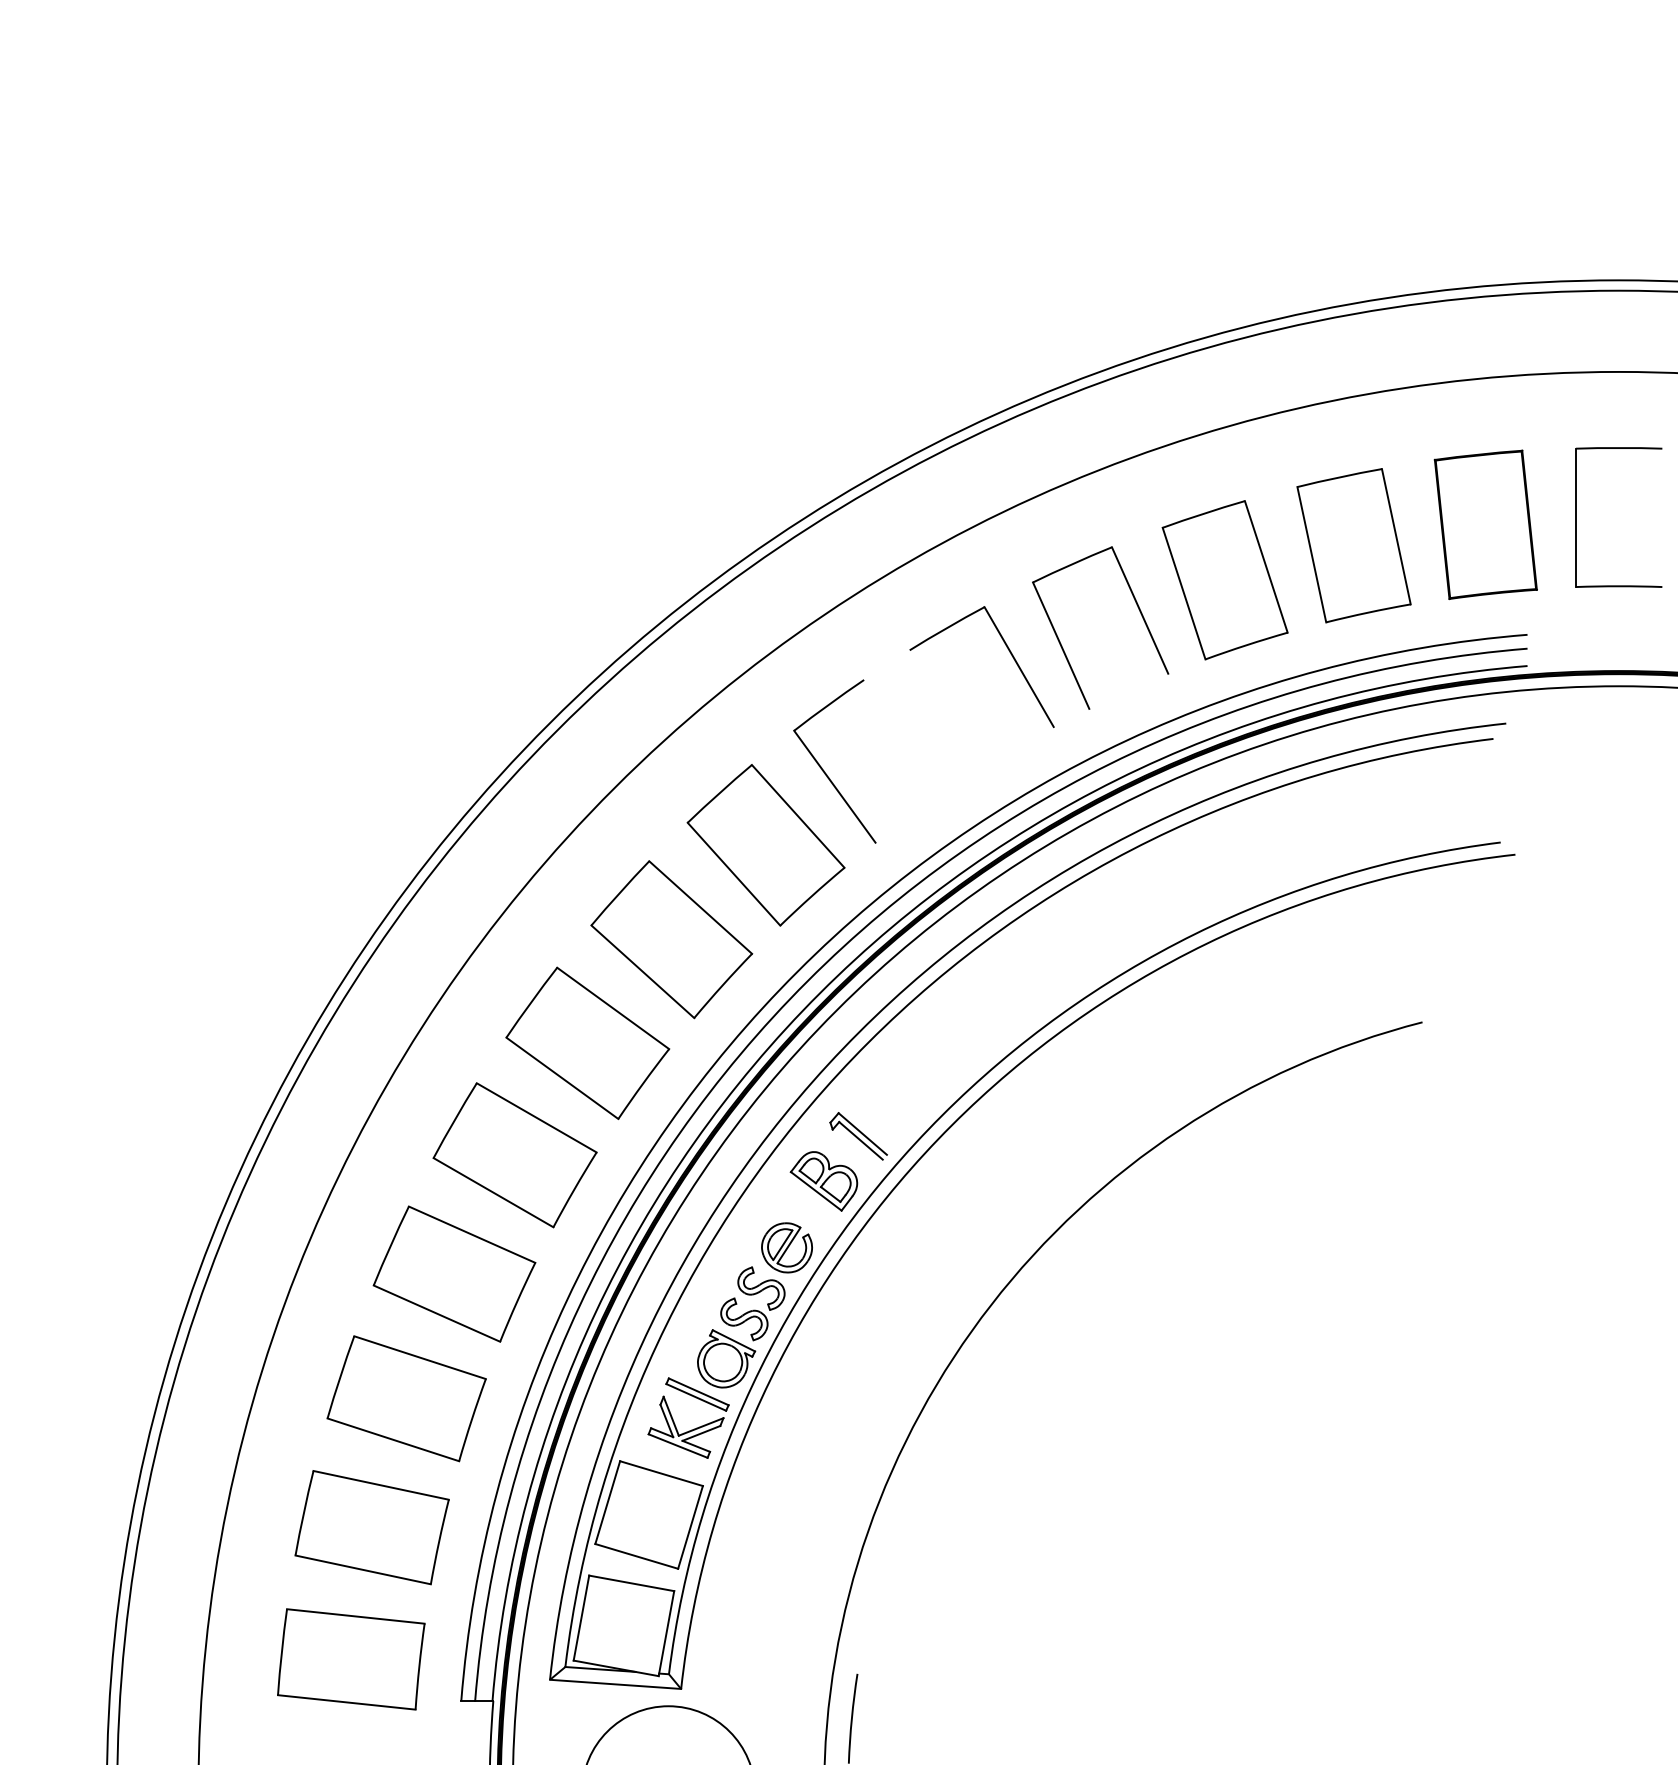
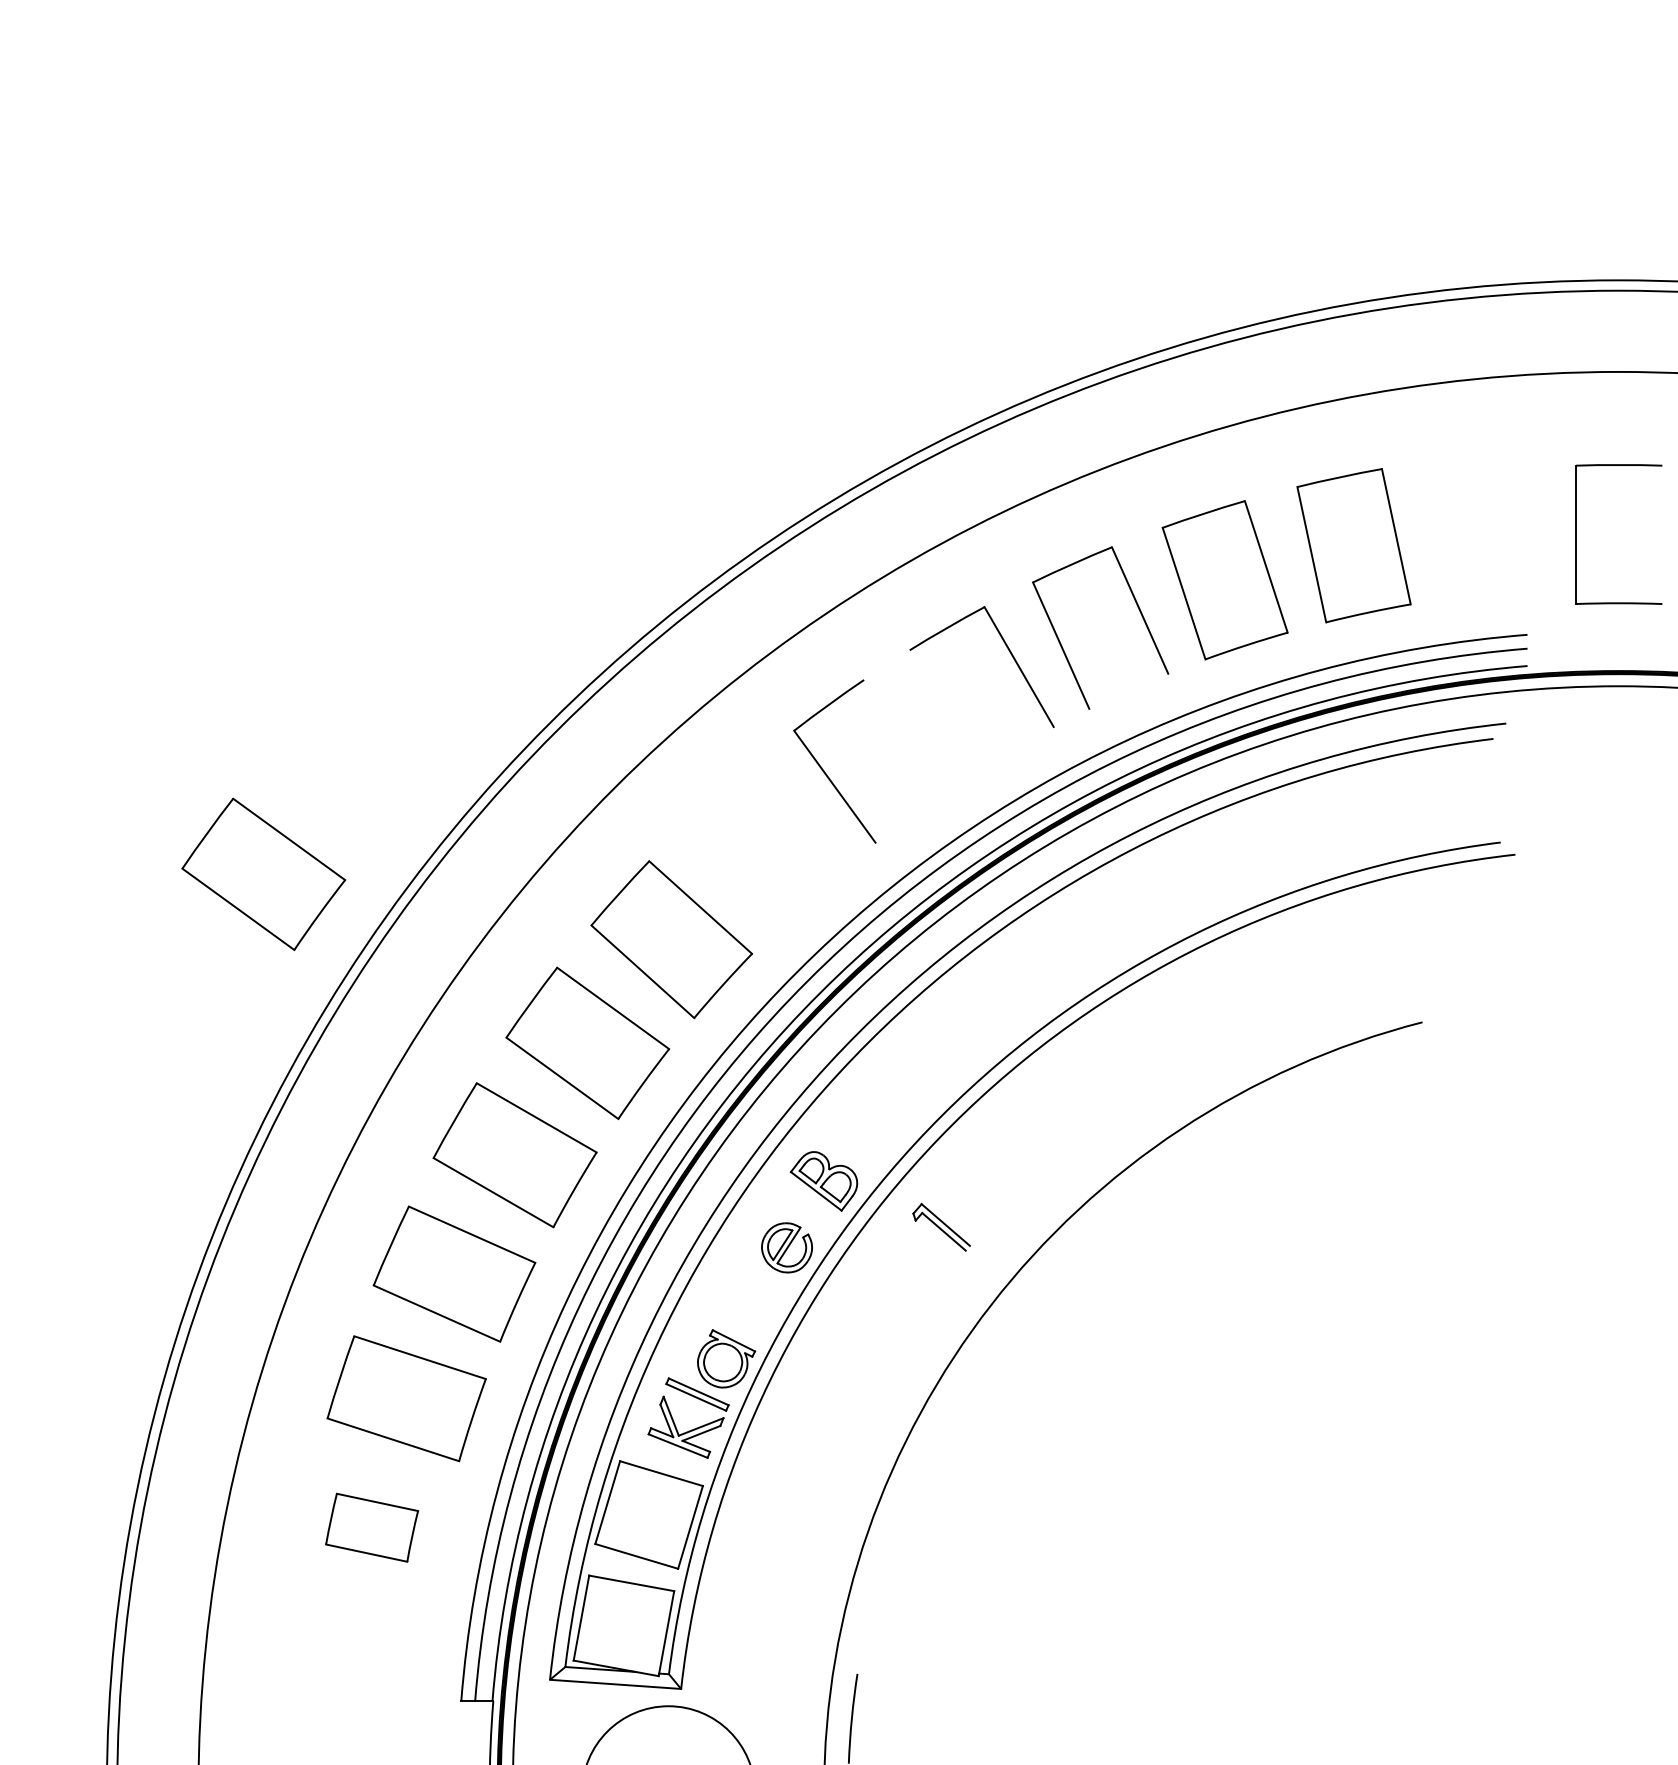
part at (1576, 517) position: (1576, 517) -> (1576, 534)
part at (1485, 524): present -> none
part at (765, 845): present -> none
part at (263, 873): none -> present
part at (858, 1136) position: (858, 1136) -> (941, 1227)
part at (753, 1309): present -> none
part at (371, 1527) size: 156x116 px -> 95x71 px
part at (351, 1659): present -> none
